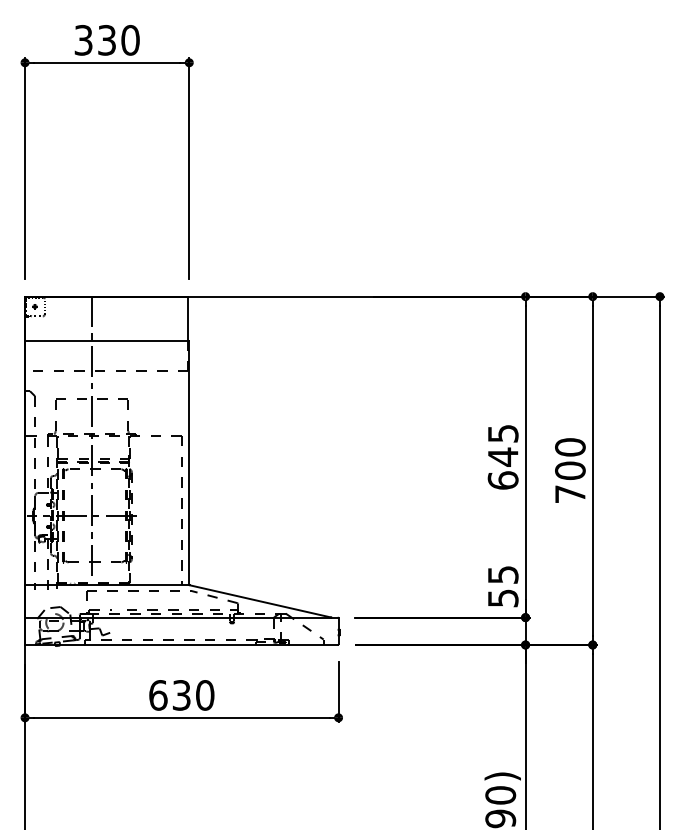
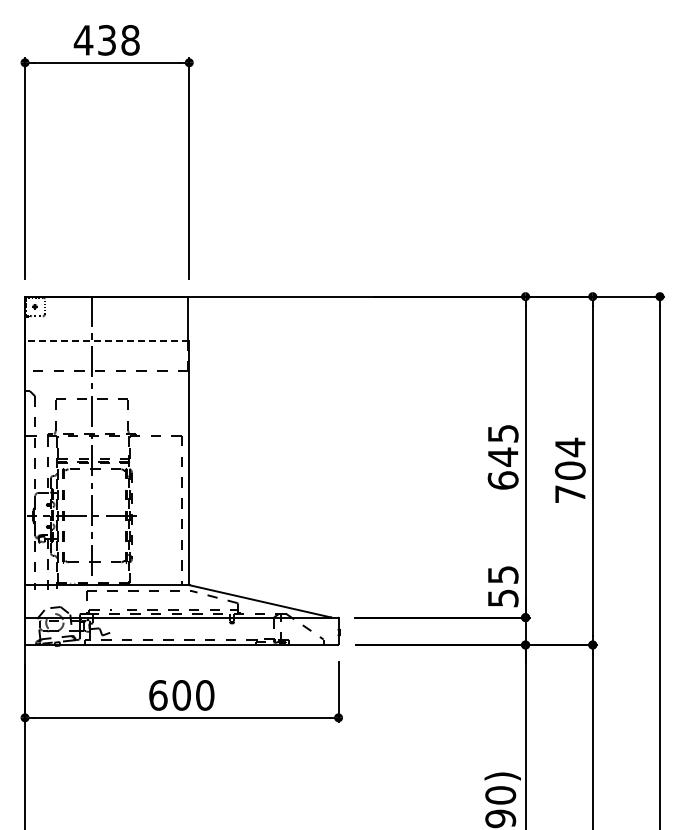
text at (106, 40): 330 -> 438
line at (106, 341): solid -> dashed
text at (570, 447): 700 -> 704
text at (181, 695): 630 -> 600
